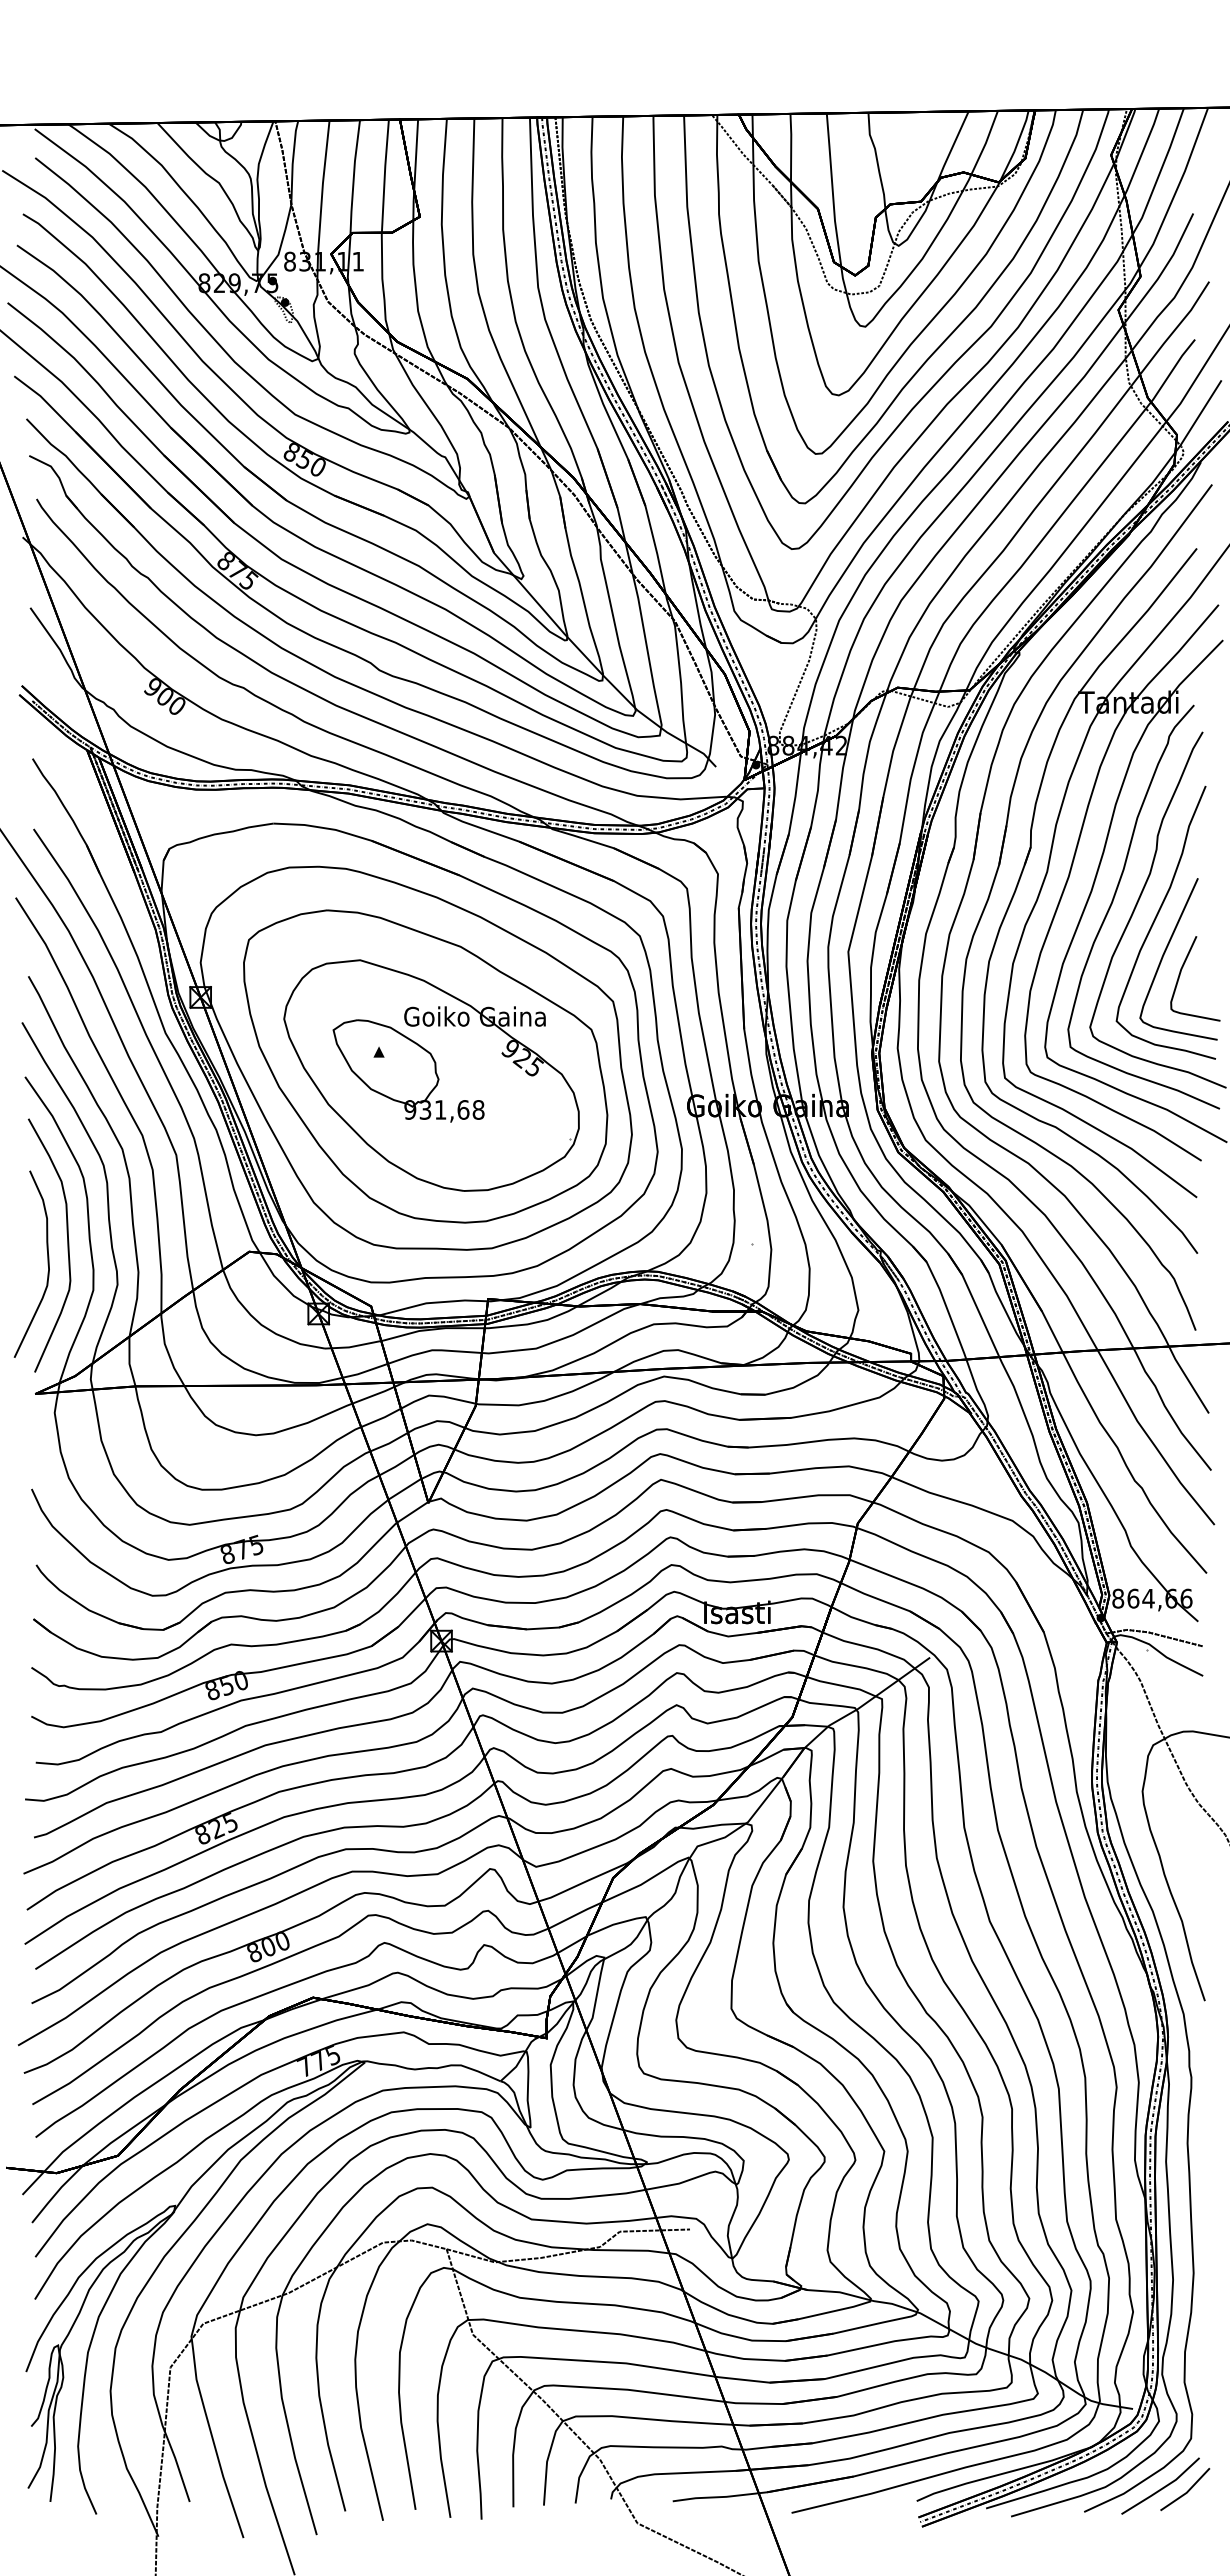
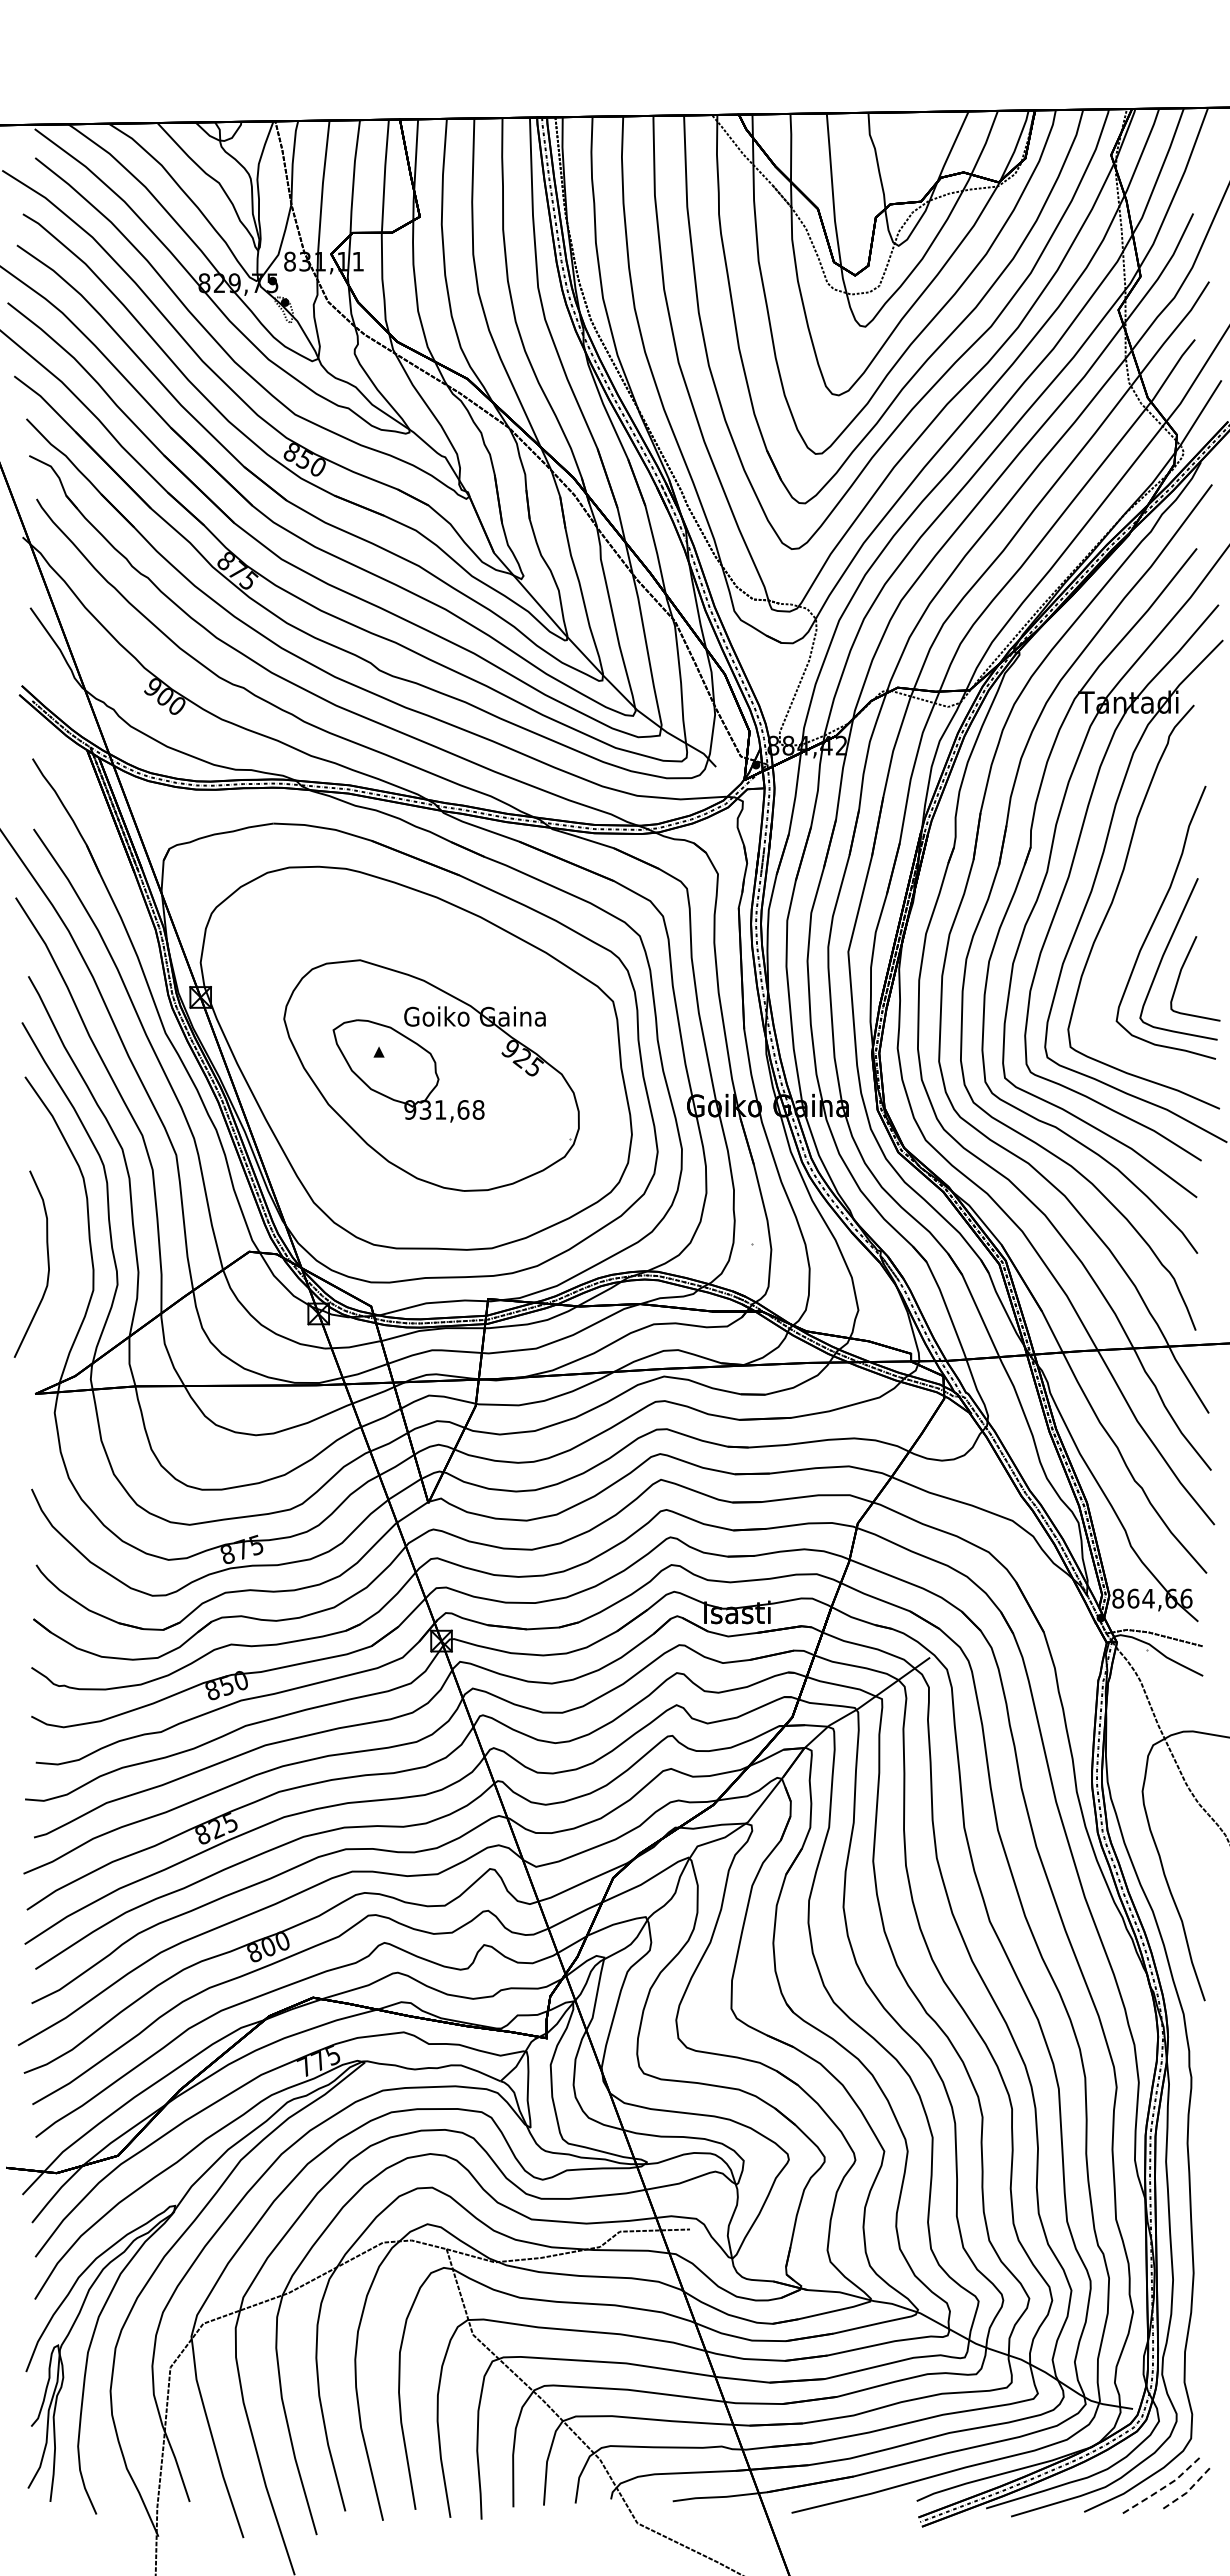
curve at (1139, 900): present -> none
part at (425, 1066): present -> none
curve at (67, 1245): present -> none
line at (1162, 2488): solid -> dashed
line at (1186, 2492): solid -> dashed
